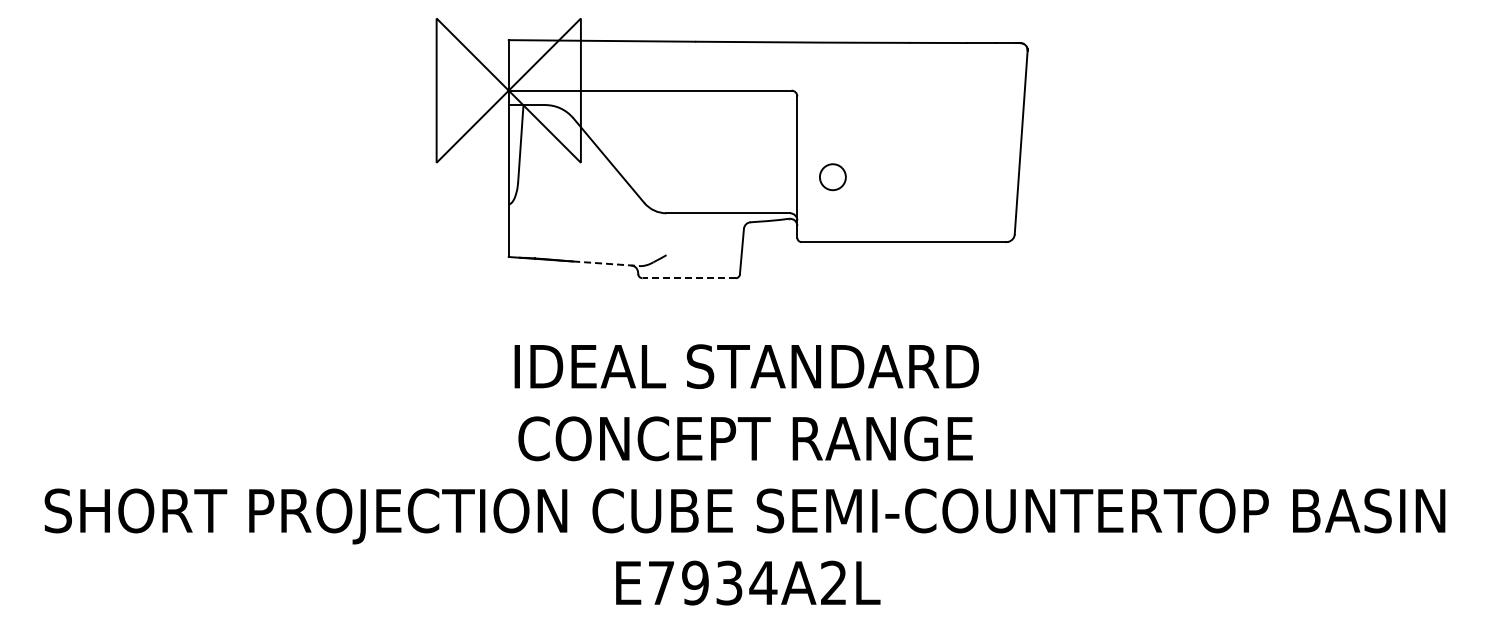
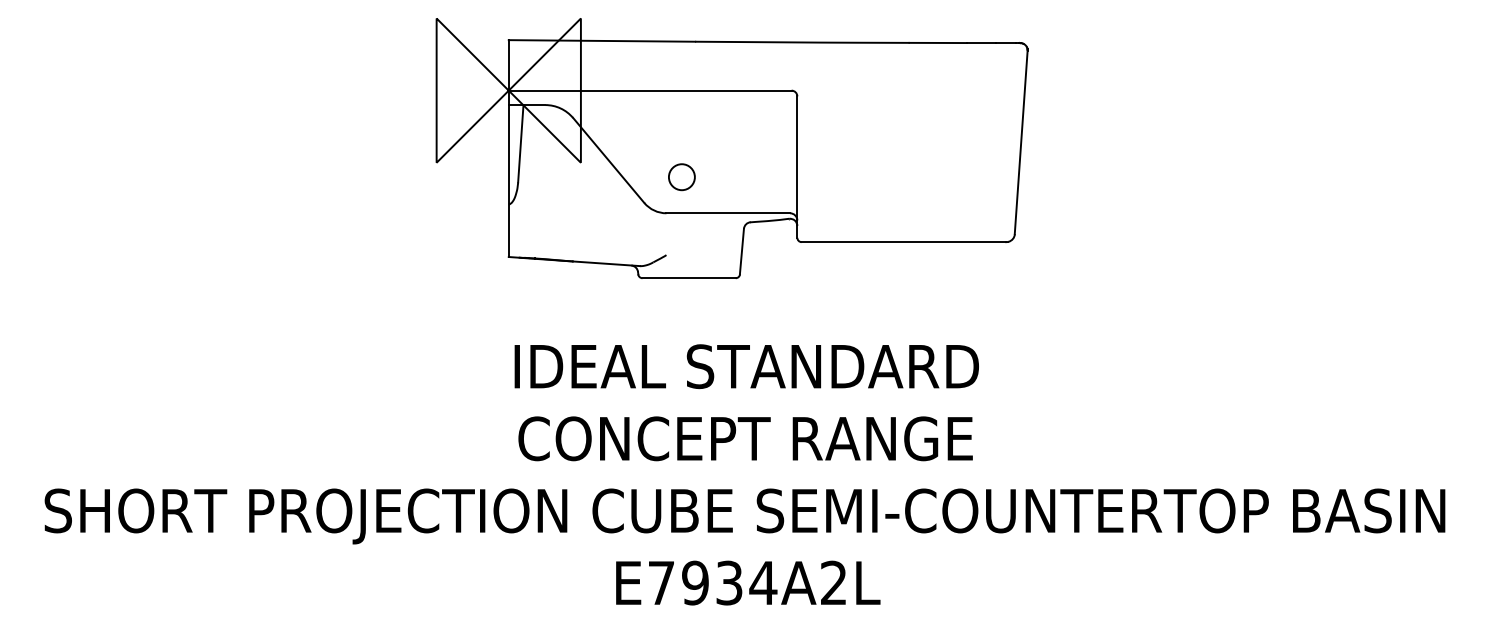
circle at (832, 177) position: (832, 177) -> (681, 177)
line at (606, 263): dashed -> solid
line at (689, 278): dashed -> solid
